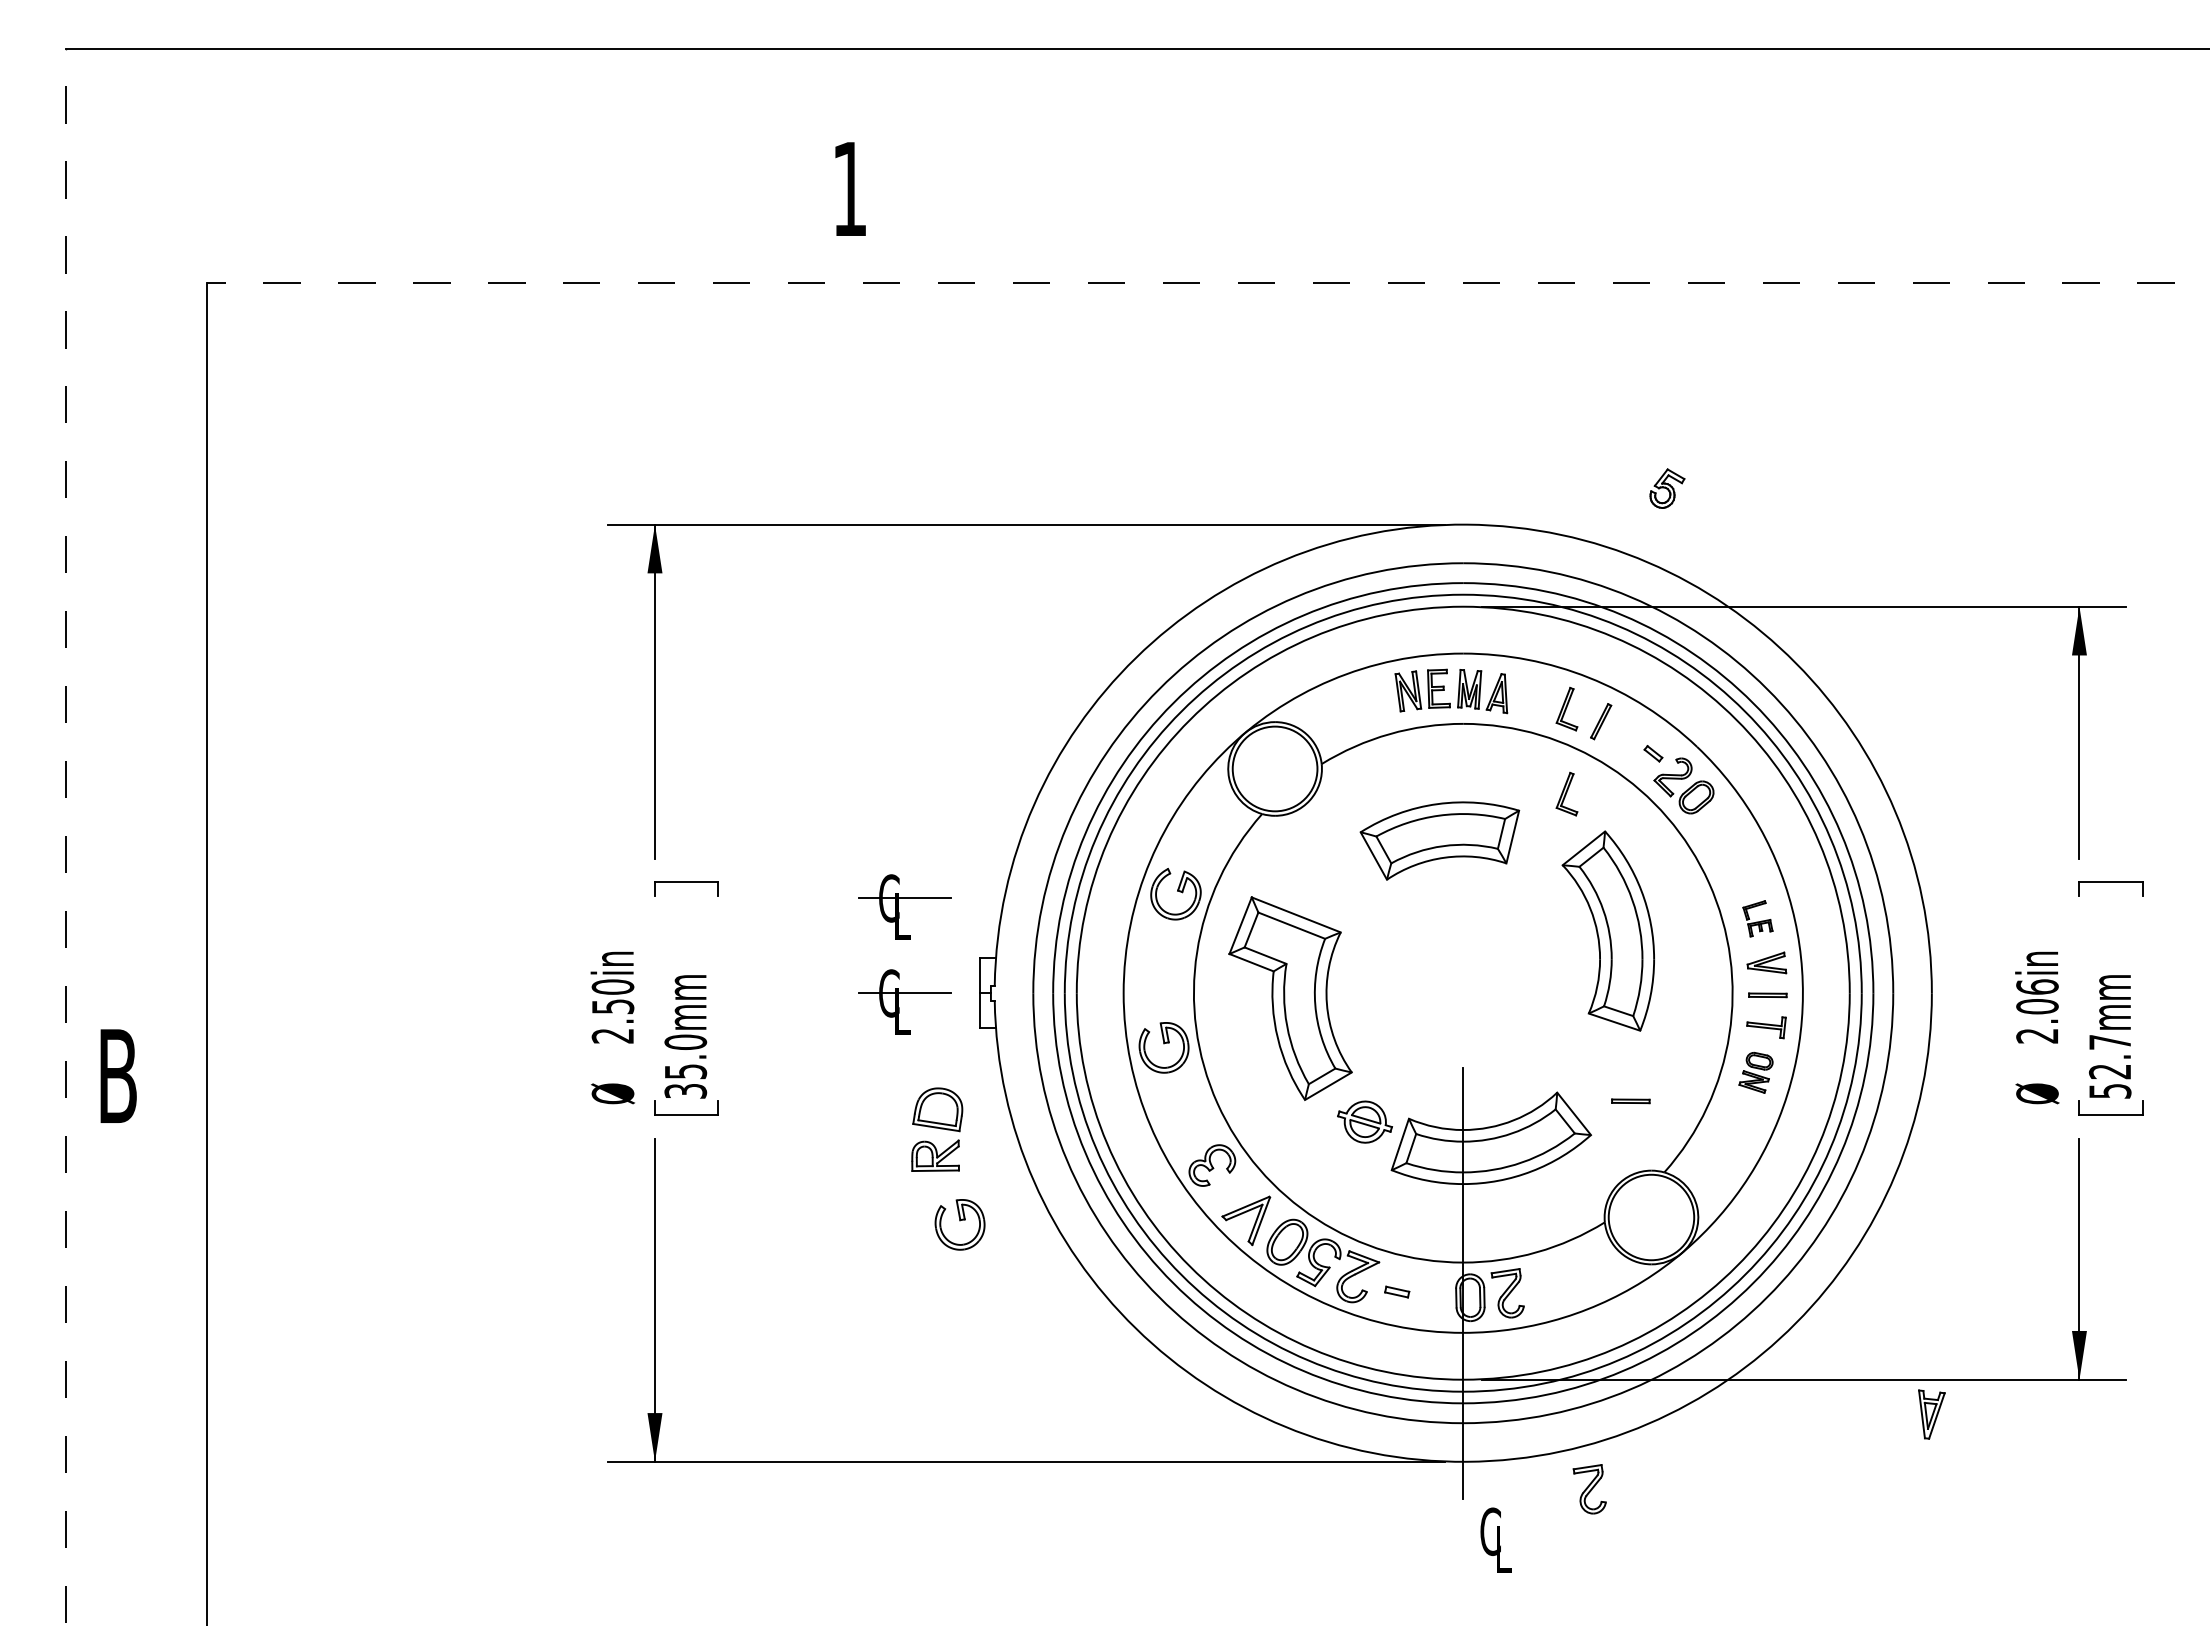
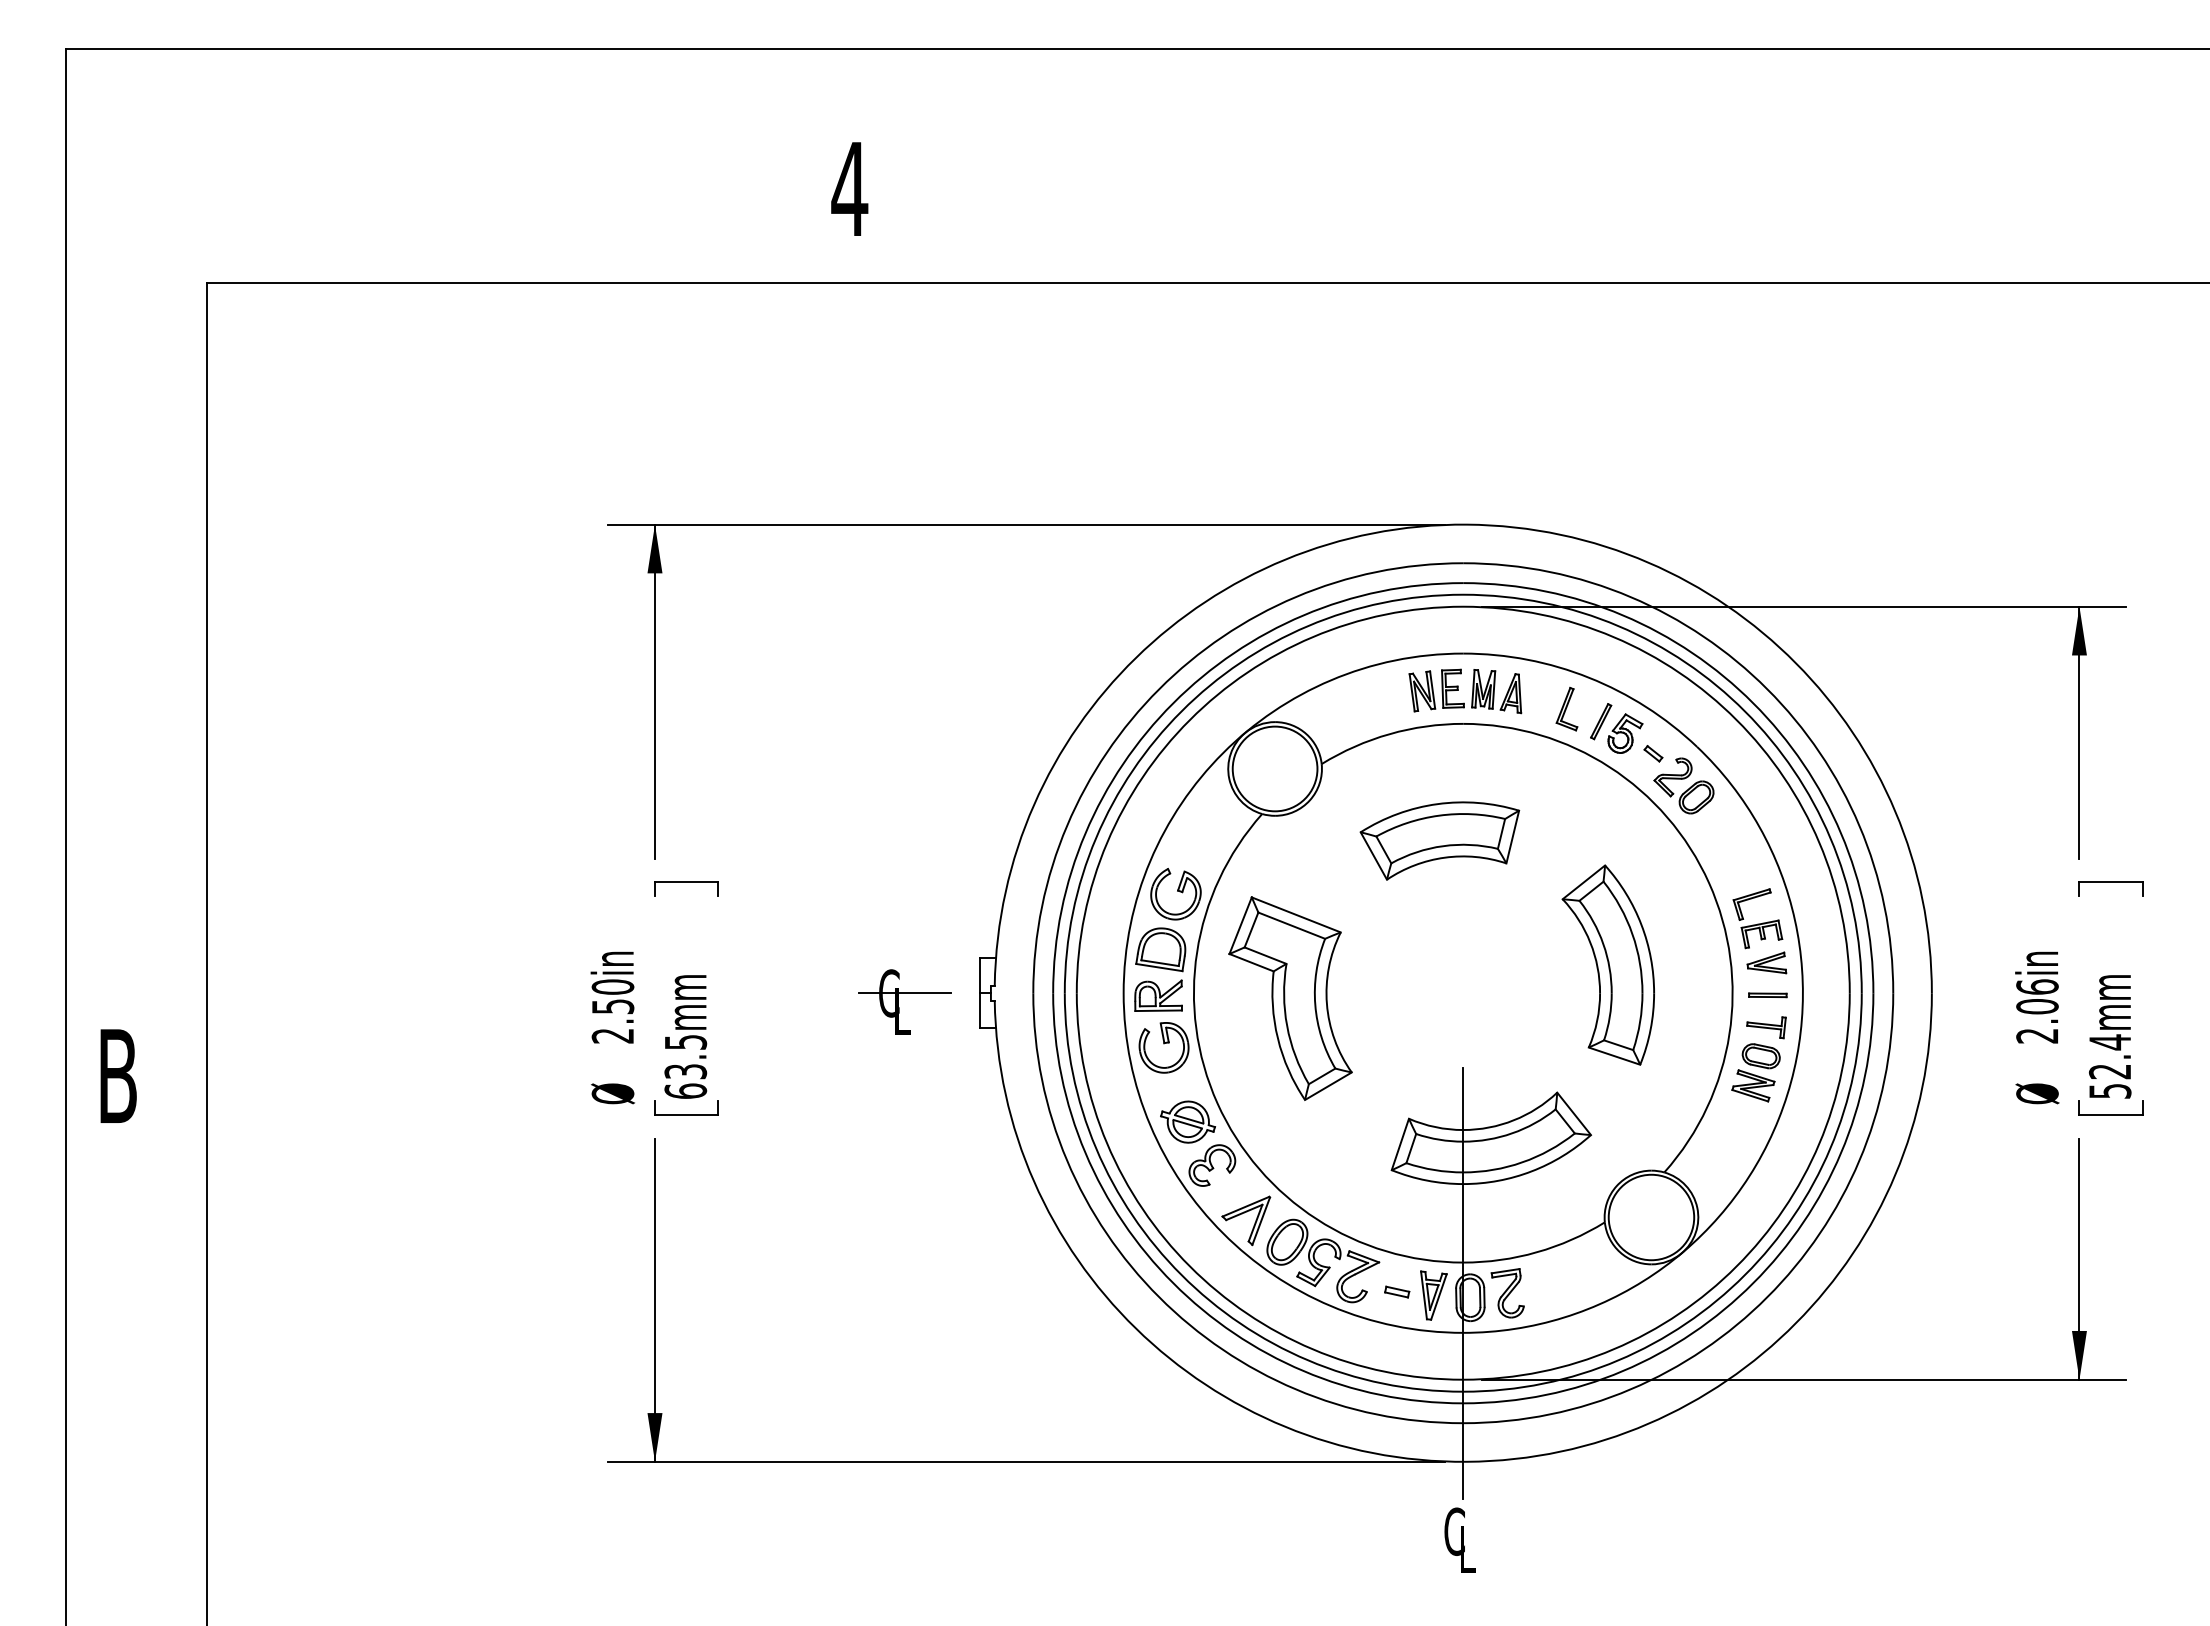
text at (849, 188): 1 -> 4
line at (1208, 282): dashed -> solid
part at (1667, 488) position: (1667, 488) -> (1625, 733)
part at (1458, 691) position: (1458, 691) -> (1472, 691)
part at (1566, 793): present -> none
line at (66, 836): dashed -> solid
part at (904, 906): present -> none
part at (1757, 918) size: 32x38 px -> 52x62 px
part at (1607, 930) position: (1607, 930) -> (1607, 964)
text at (2109, 1042): 52.7mm -> 52.4mm
text at (685, 1066): 35.0mm -> 63.5mm
part at (1755, 1072) size: 36x43 px -> 50x60 px
part at (1630, 1101): present -> none
part at (1364, 1121) position: (1364, 1121) -> (1187, 1121)
part at (937, 1129) position: (937, 1129) -> (1160, 969)
part at (959, 1224): present -> none
part at (1931, 1414) position: (1931, 1414) -> (1433, 1295)
part at (1589, 1489): present -> none
text at (1495, 1539) position: (1495, 1539) -> (1459, 1539)
